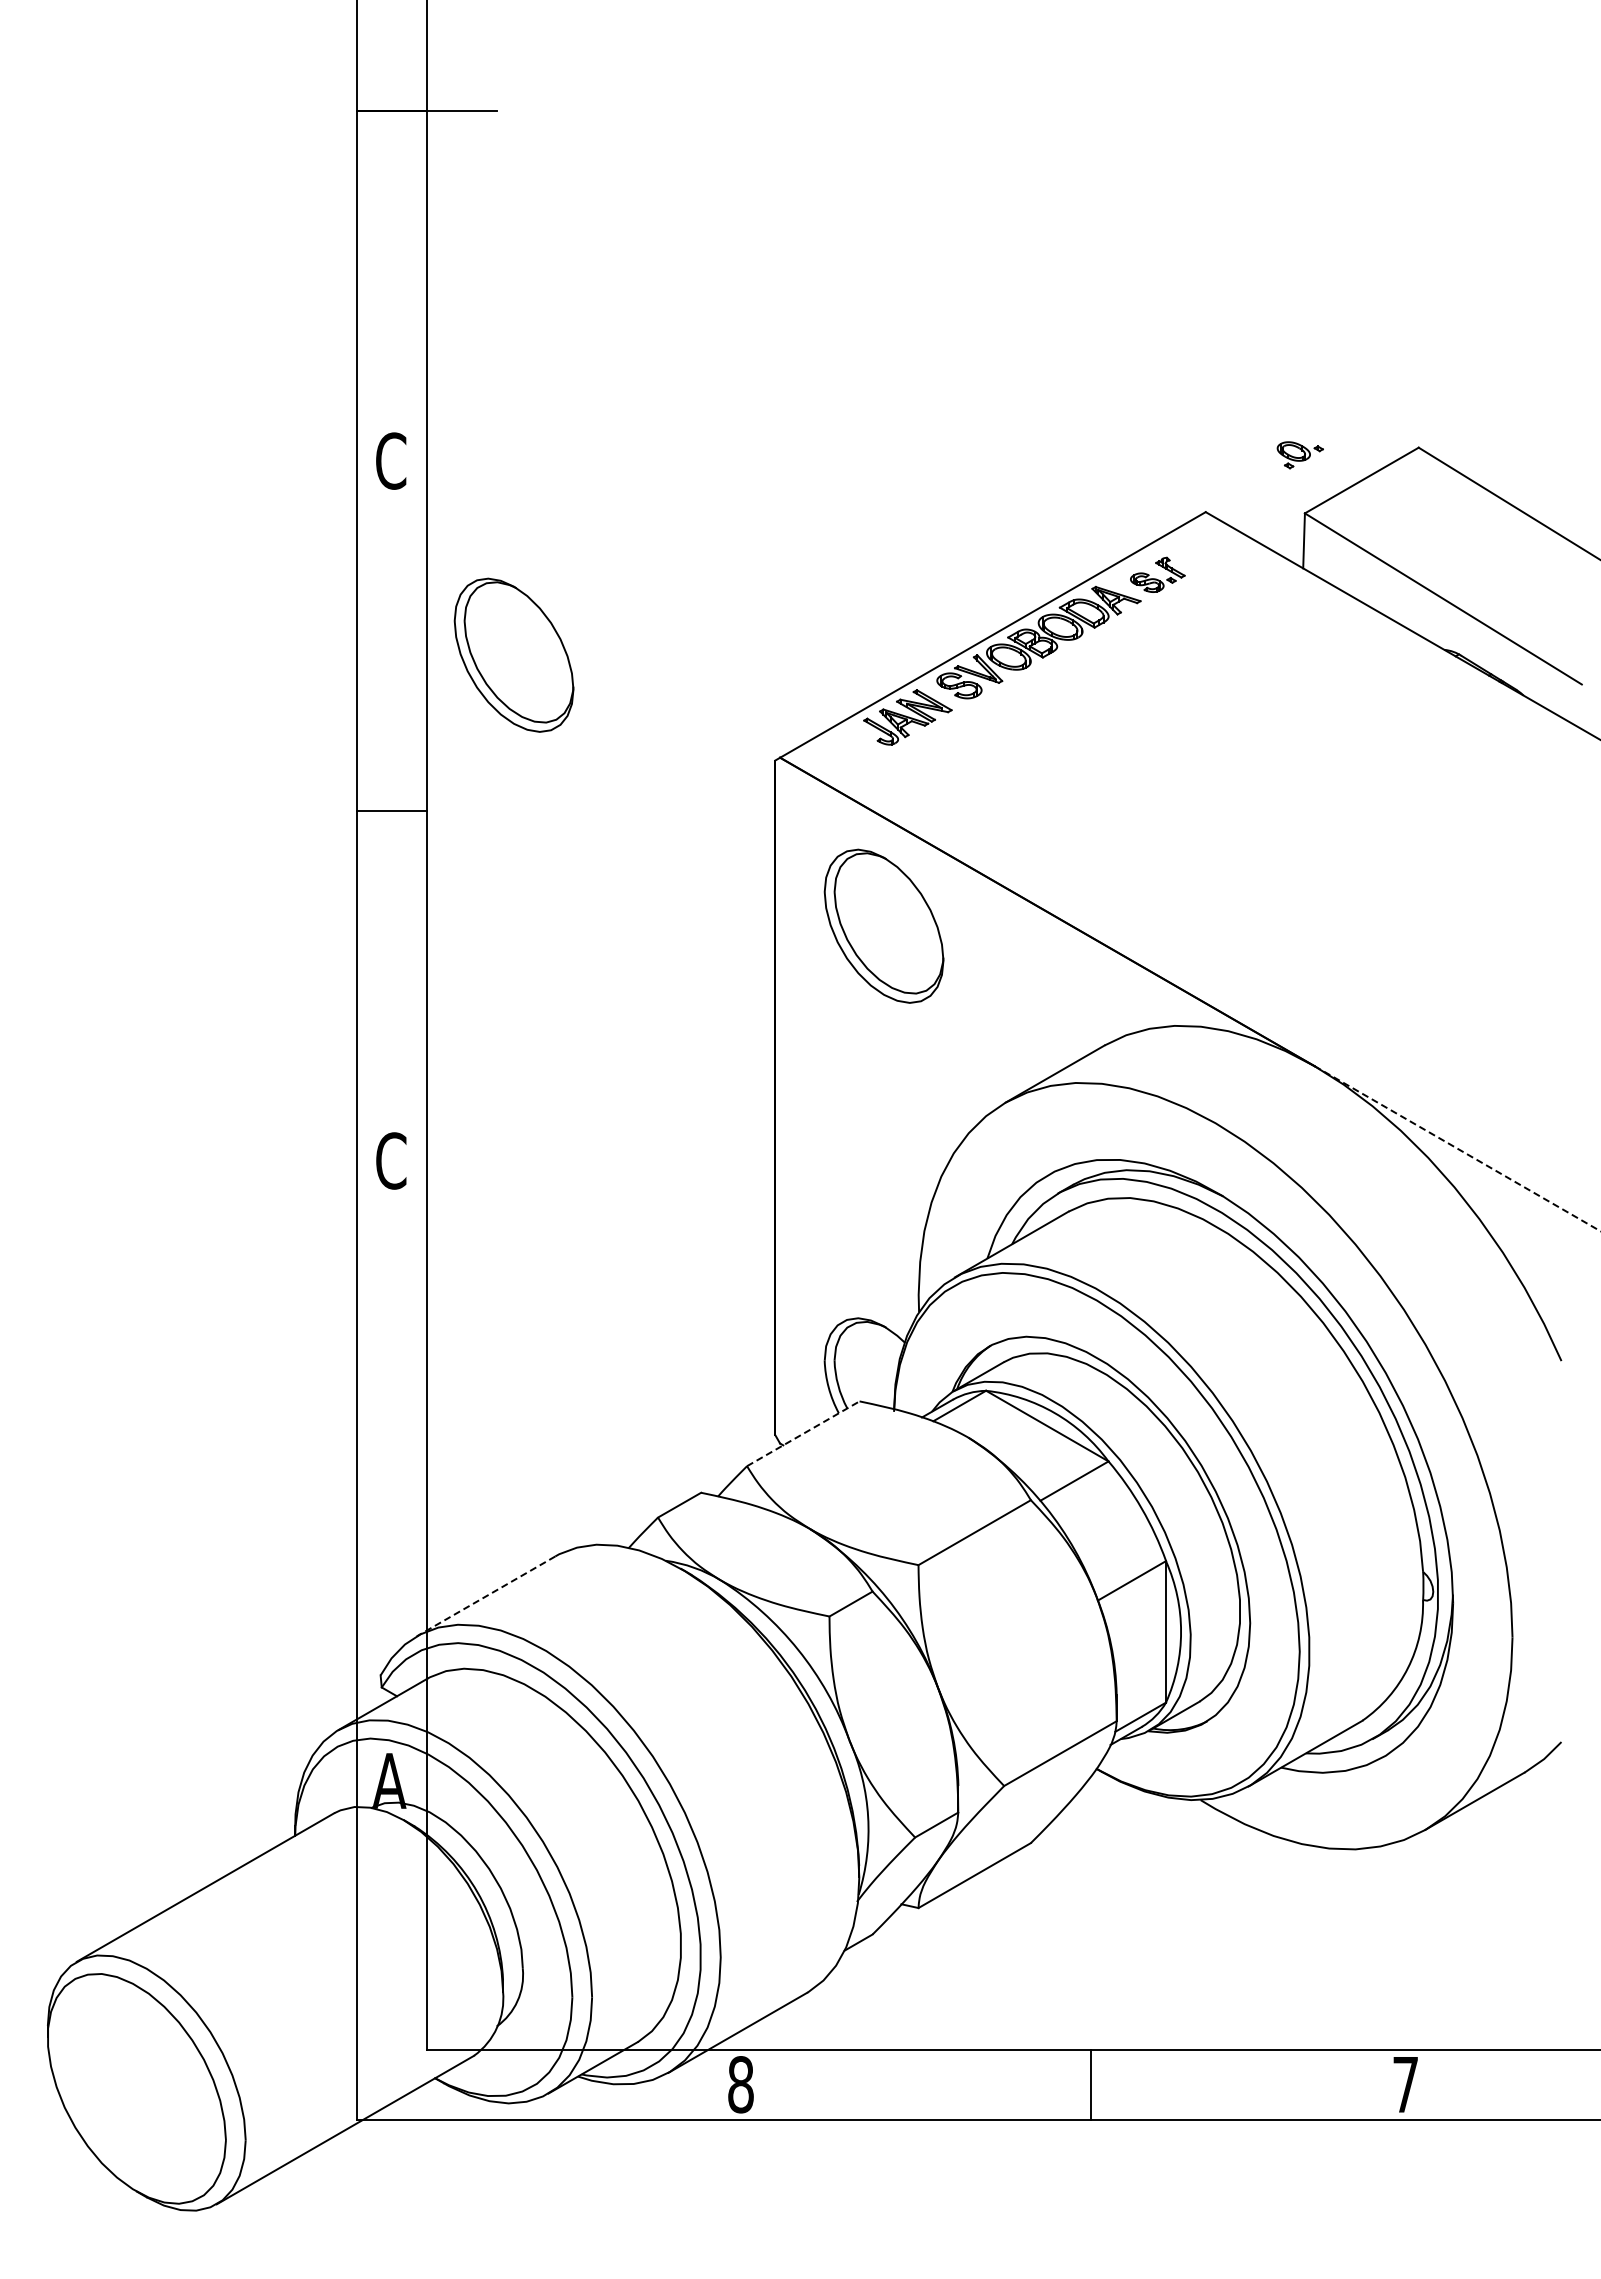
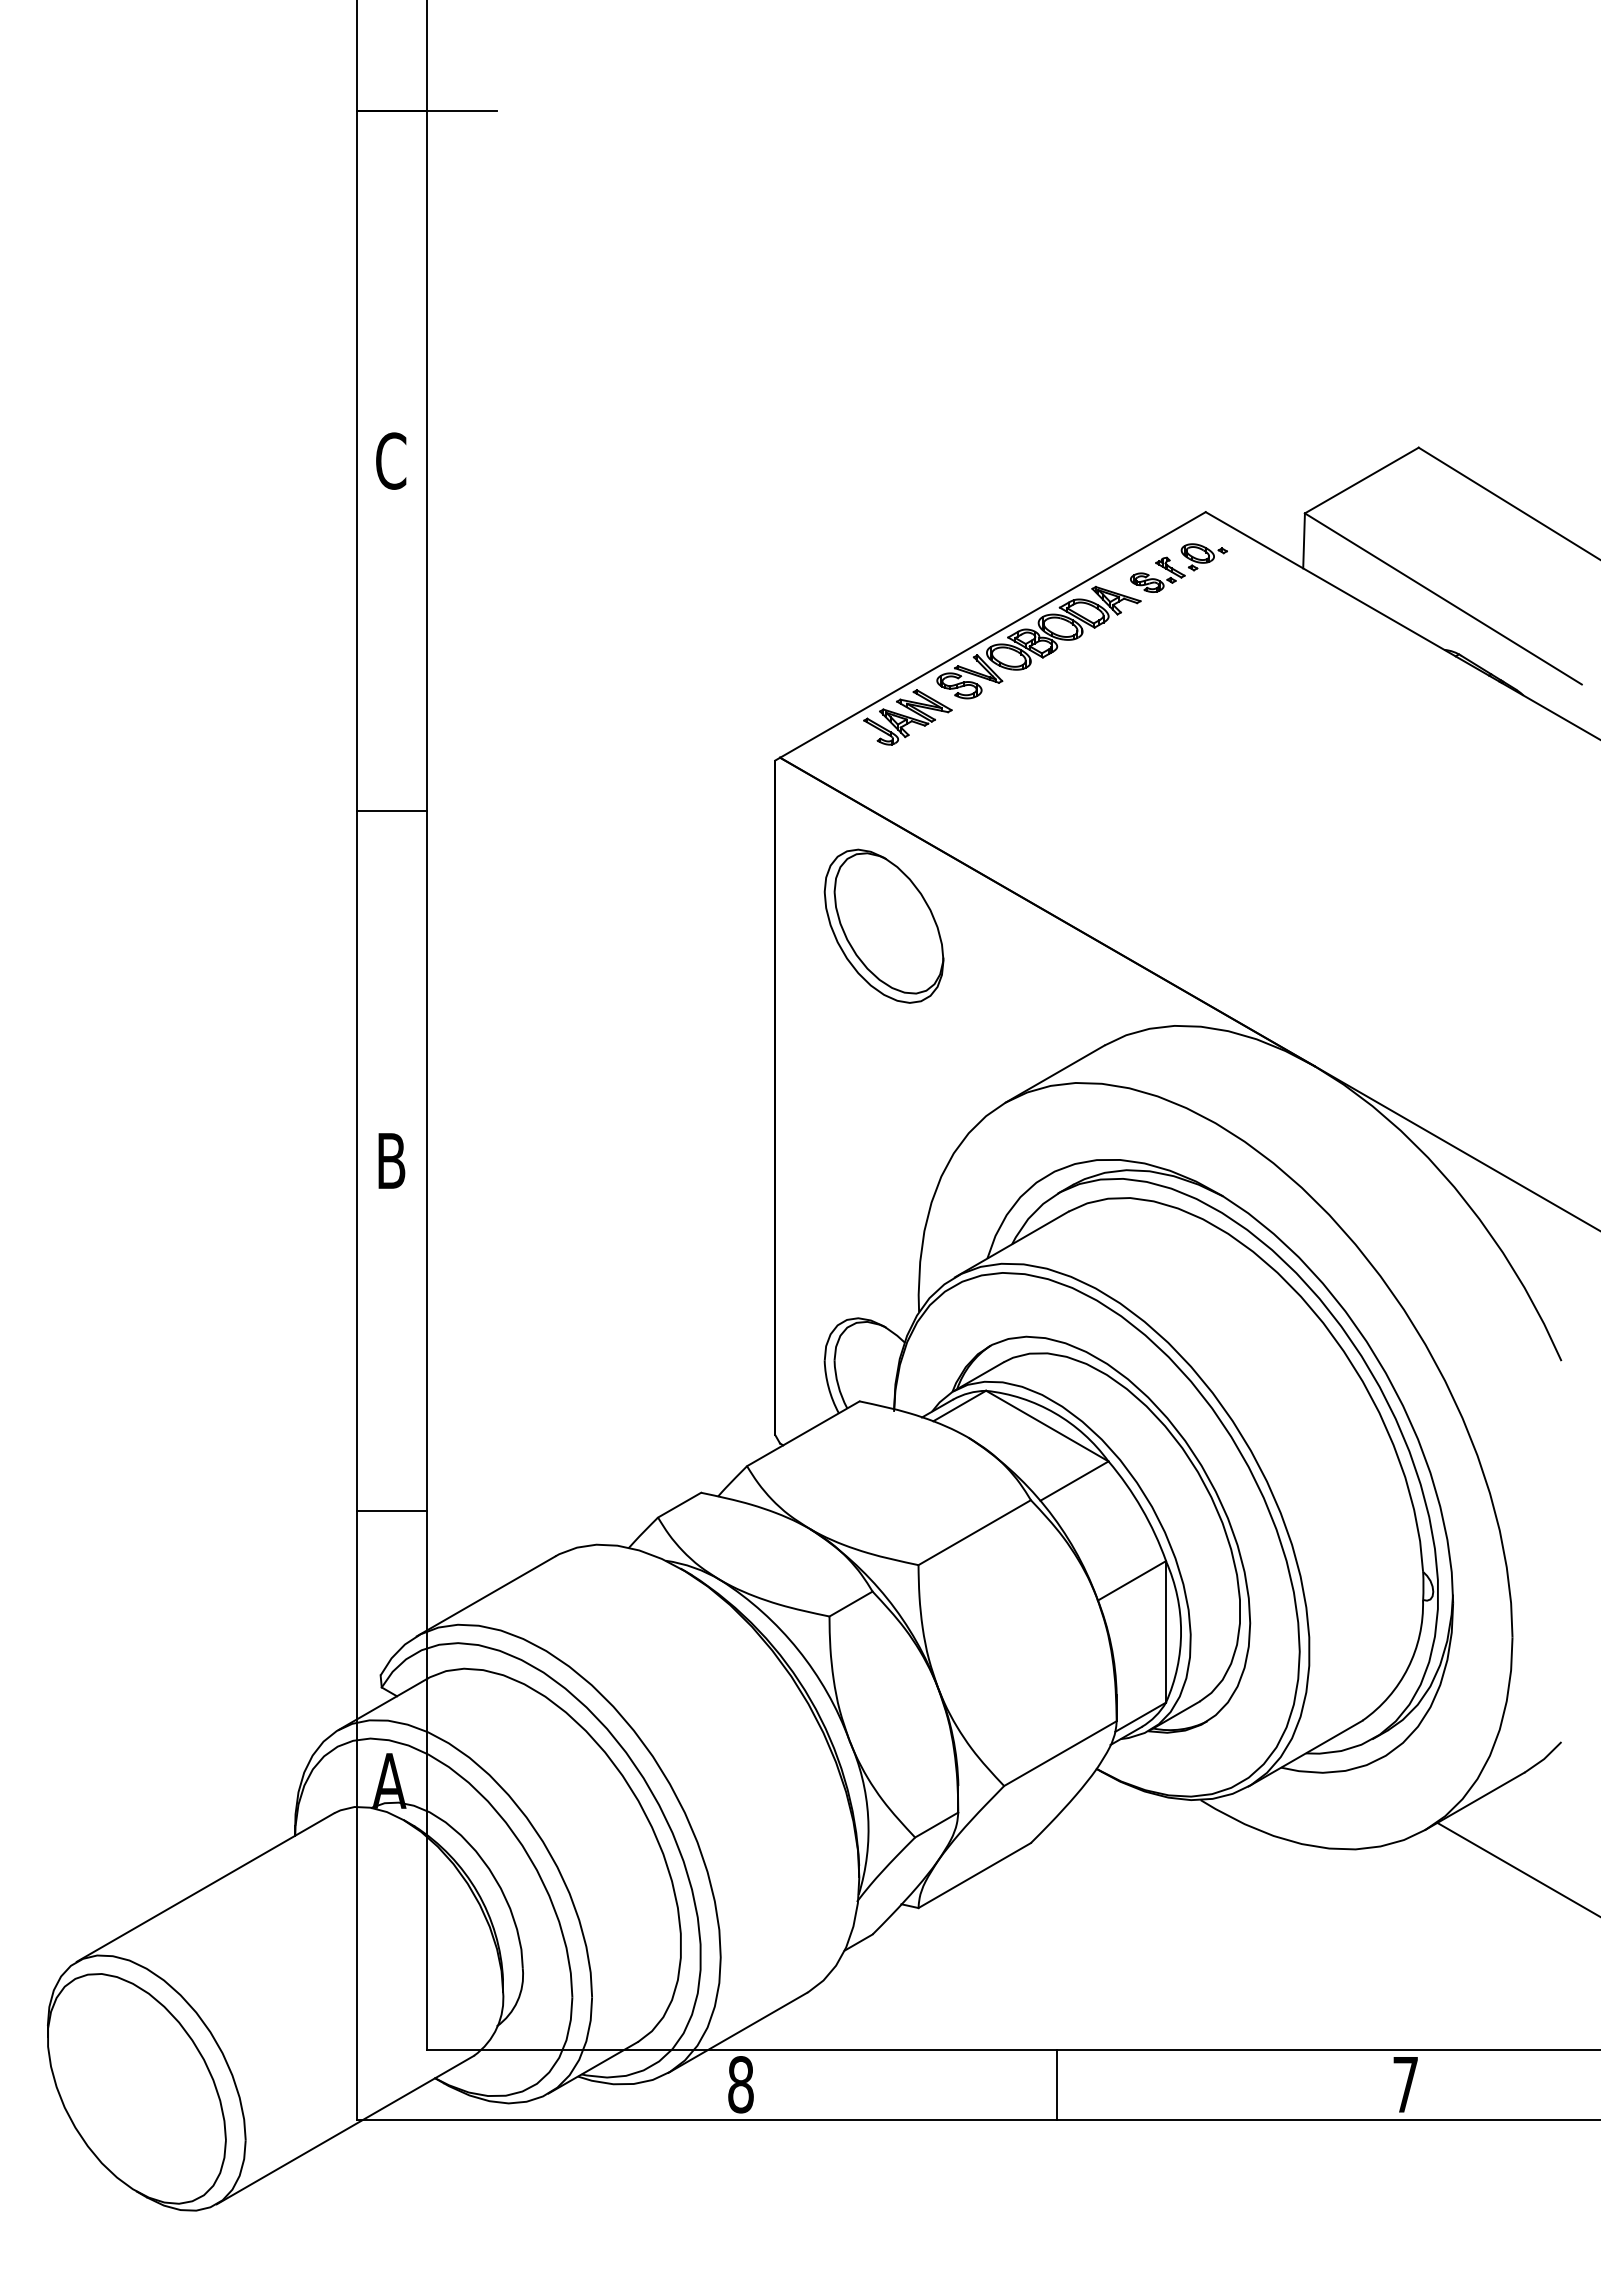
part at (1299, 455) position: (1299, 455) -> (1203, 557)
part at (513, 654): present -> none
line at (1458, 1149): dashed -> solid
text at (391, 1160): C -> B
line at (803, 1433): dashed -> solid
line at (391, 1510): none -> present
line at (486, 1596): dashed -> solid
line at (1517, 1868): none -> present
line at (1090, 2084) position: (1090, 2084) -> (1056, 2084)
